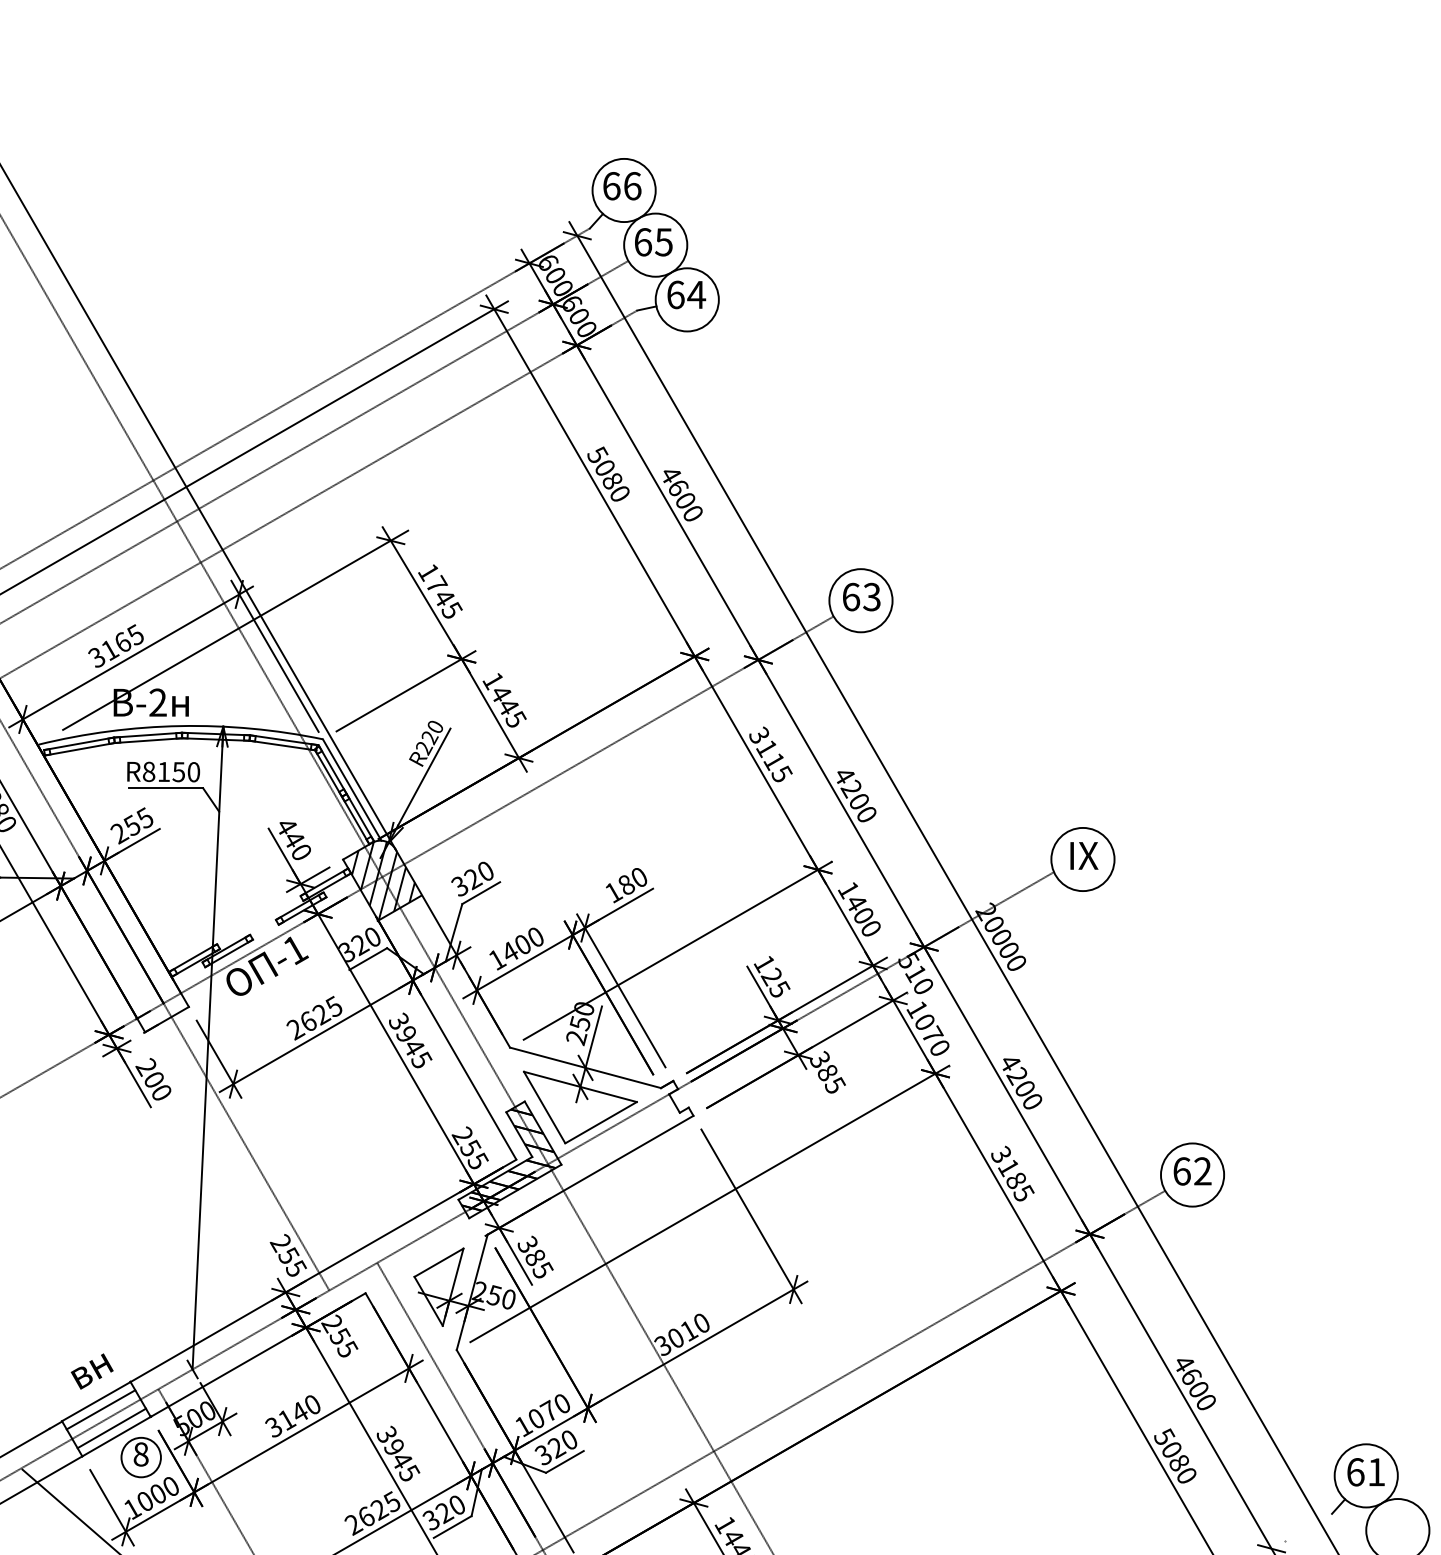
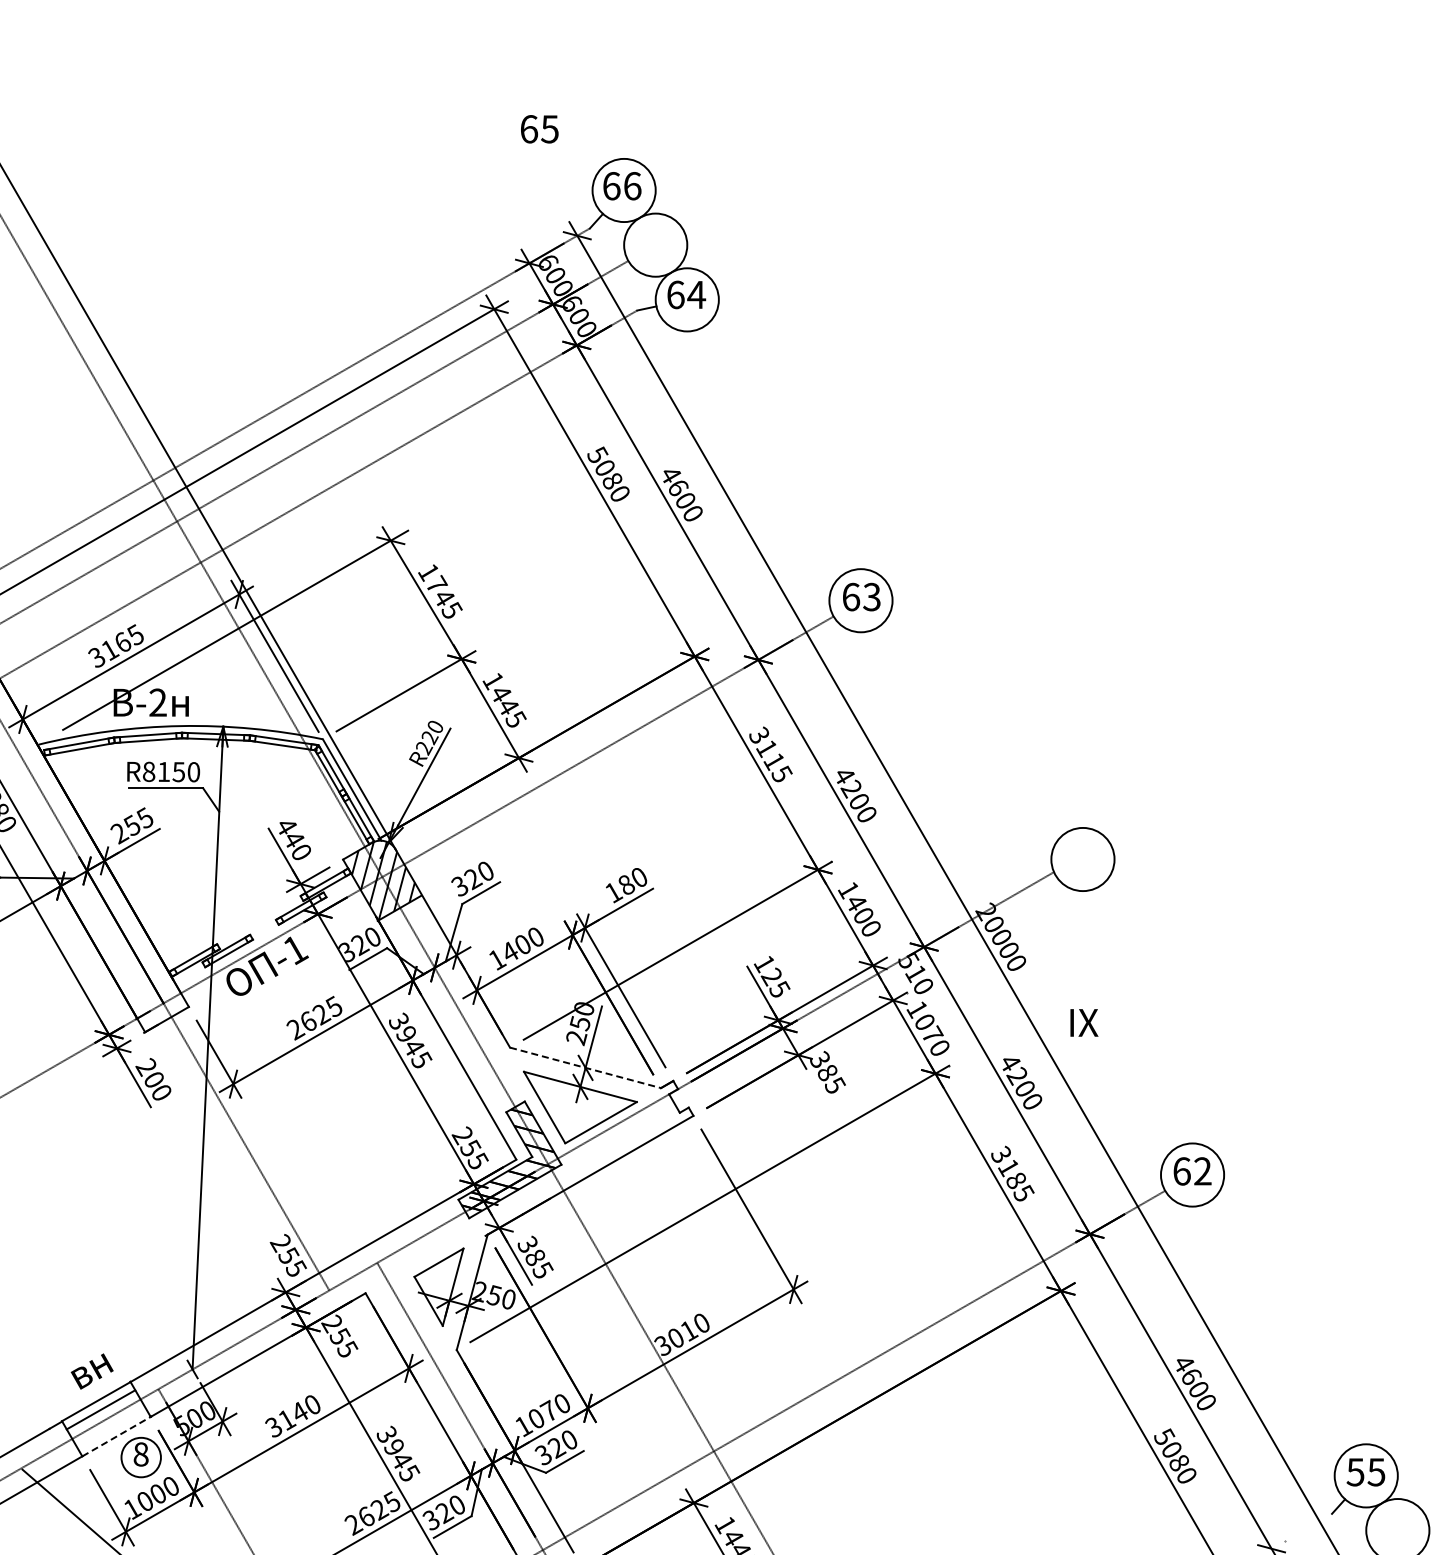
text at (653, 242) position: (653, 242) -> (539, 129)
text at (1084, 855) position: (1084, 855) -> (1084, 1022)
line at (586, 1067): solid -> dashed
line at (111, 1428): present -> none
line at (116, 1436): solid -> dashed
text at (1365, 1472): 61 -> 55
